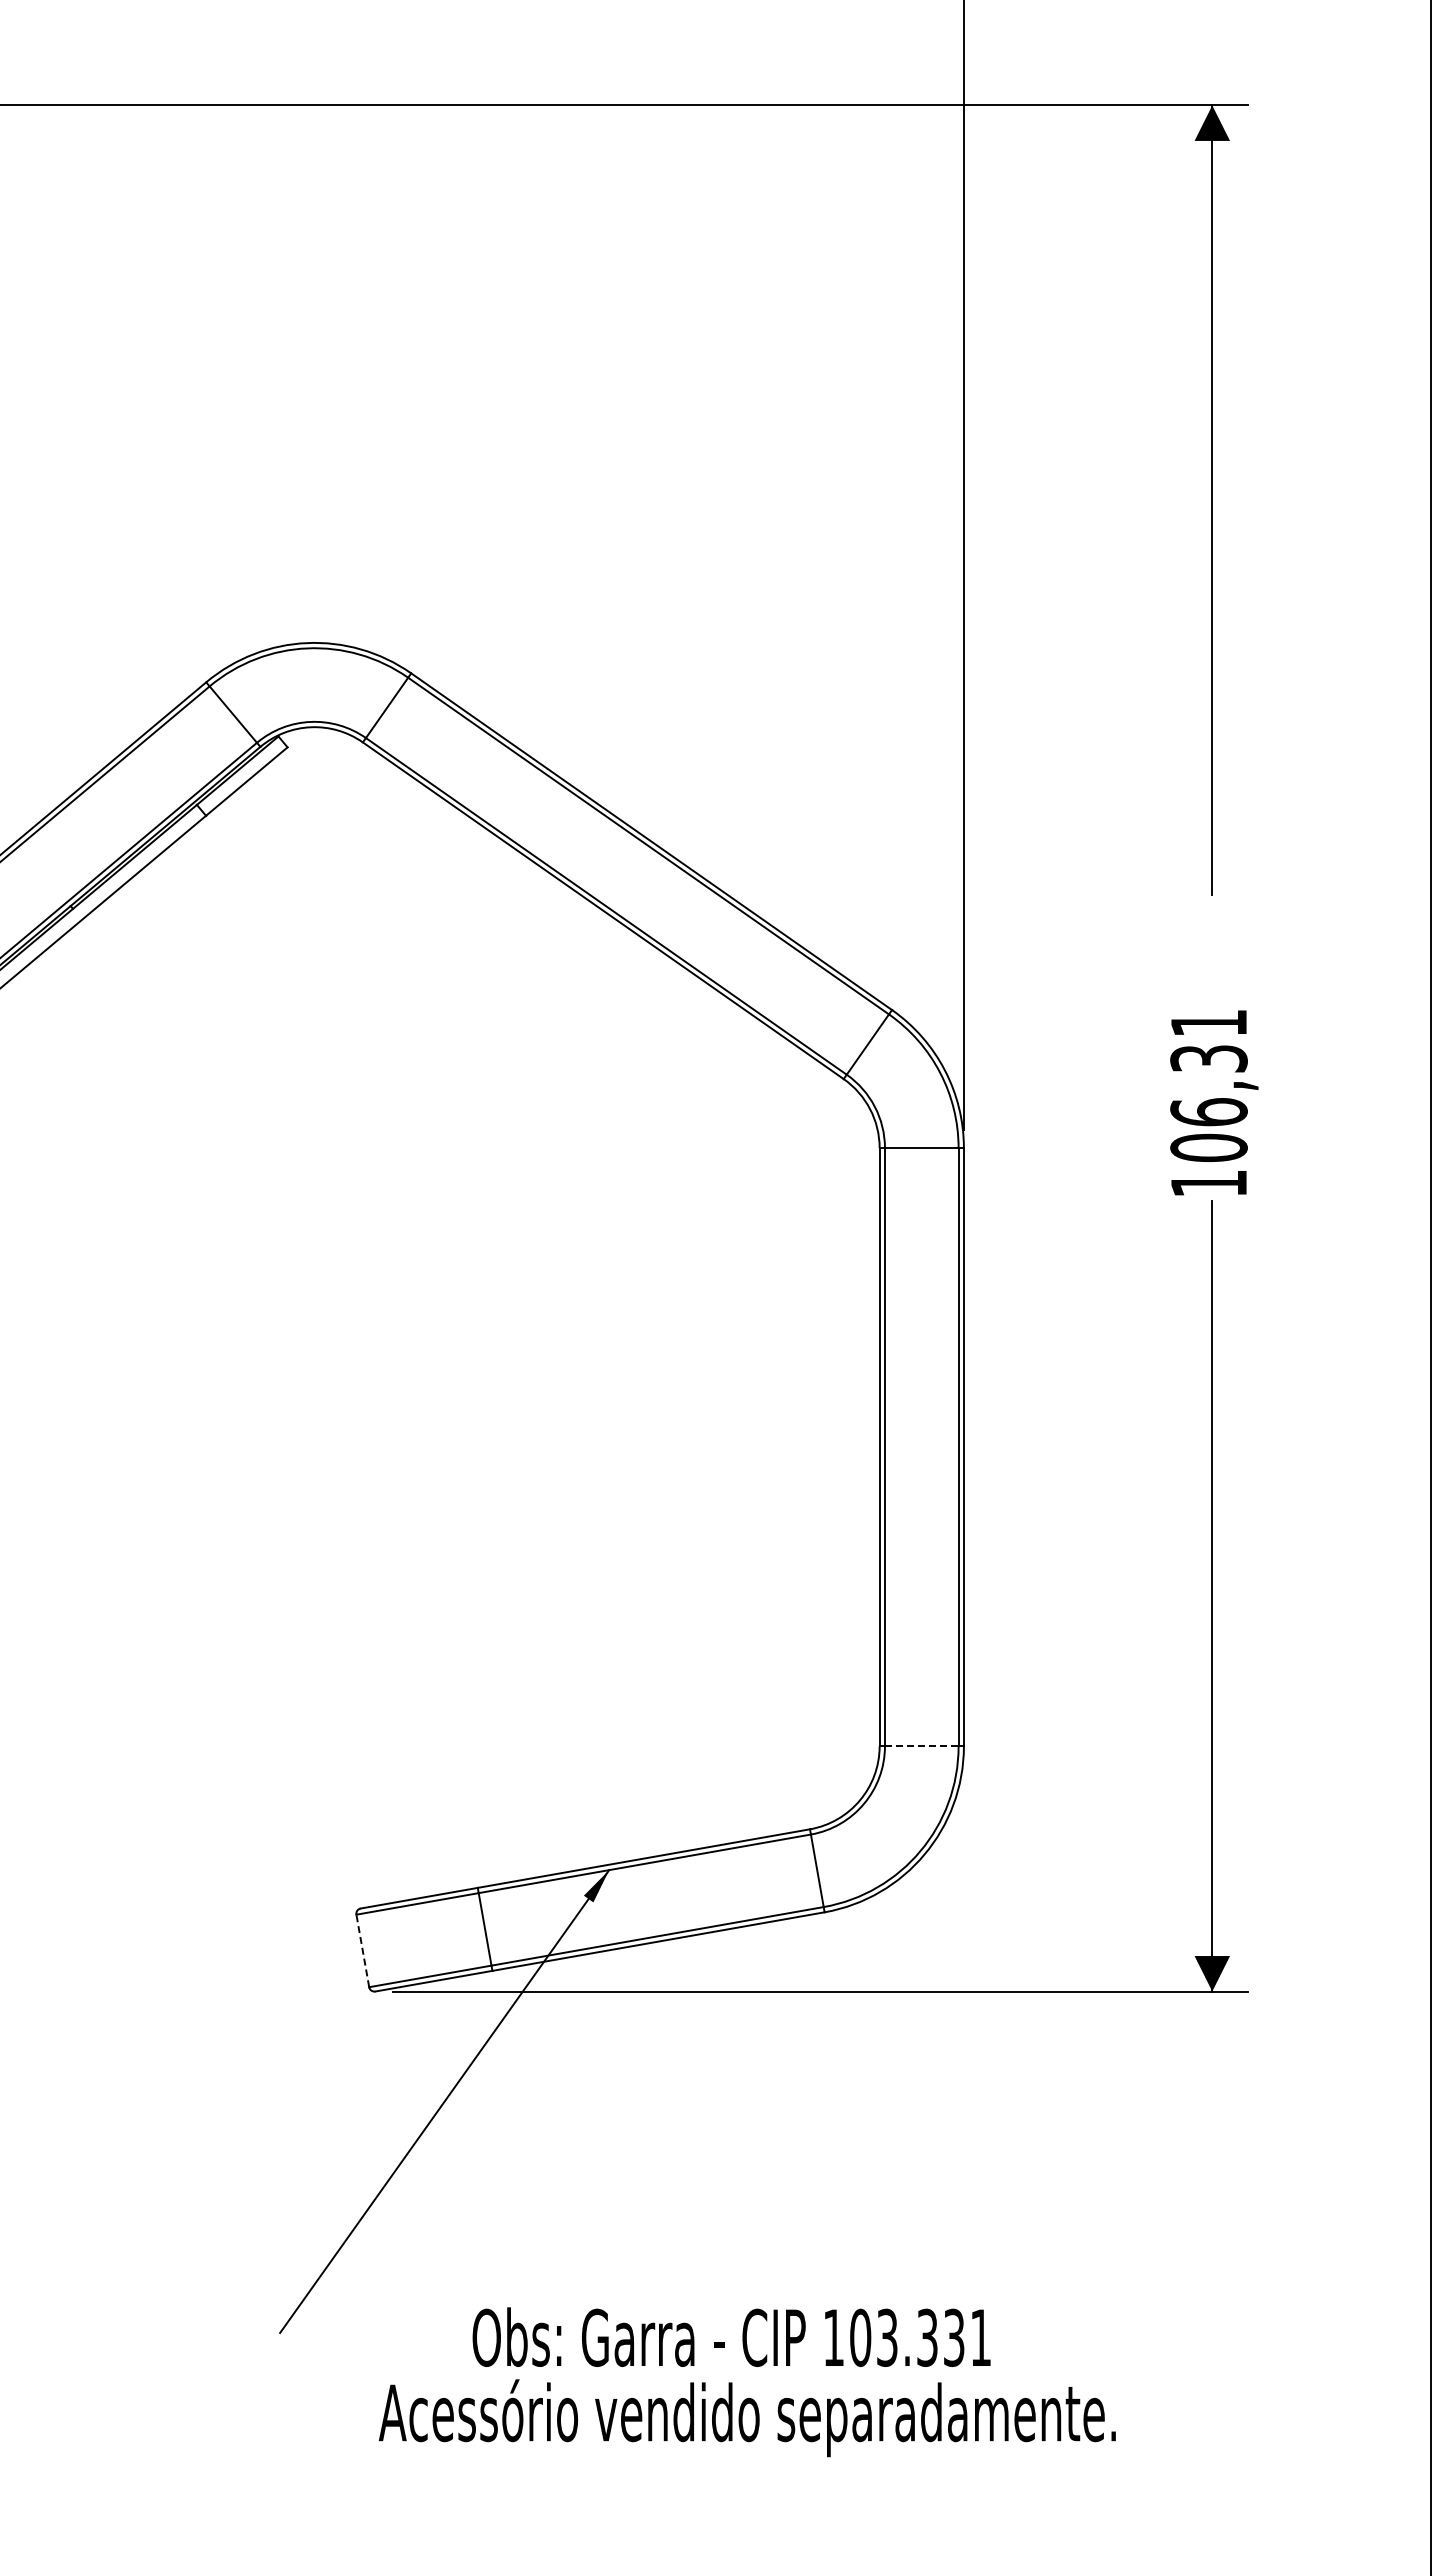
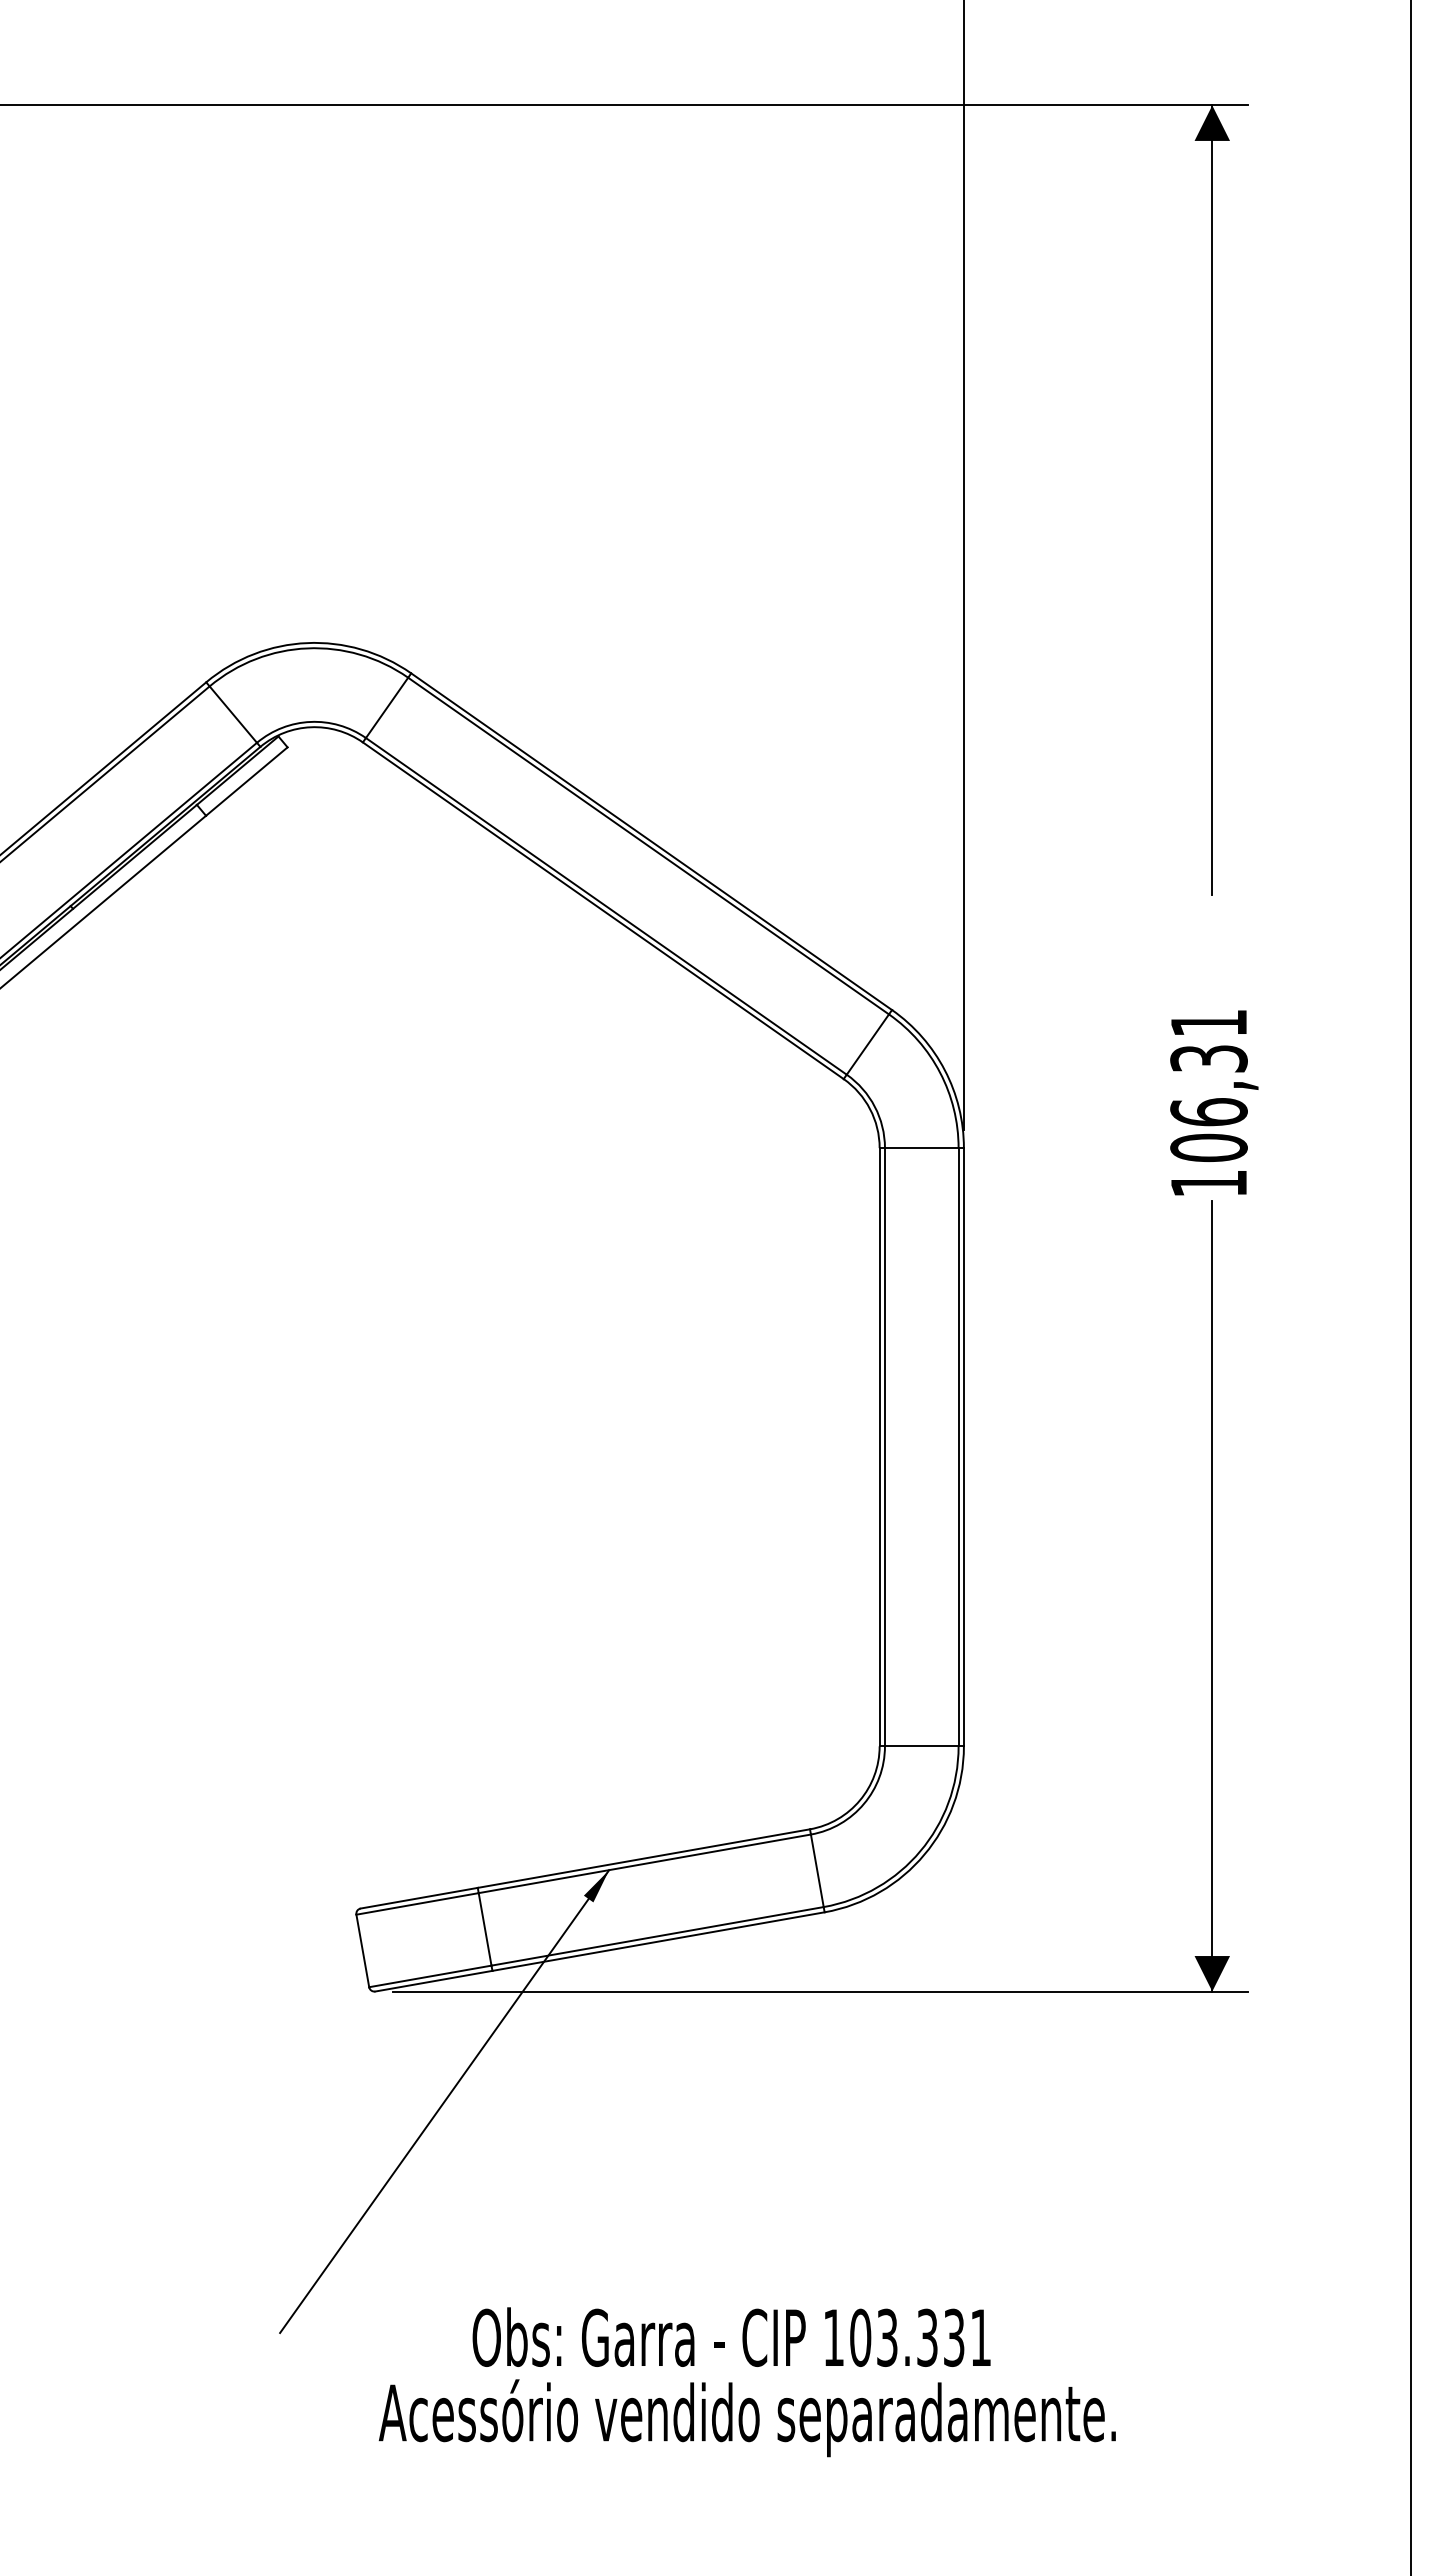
line at (1431, 1287) position: (1431, 1287) -> (1411, 1287)
line at (921, 1746): dashed -> solid
line at (362, 1950): dashed -> solid
